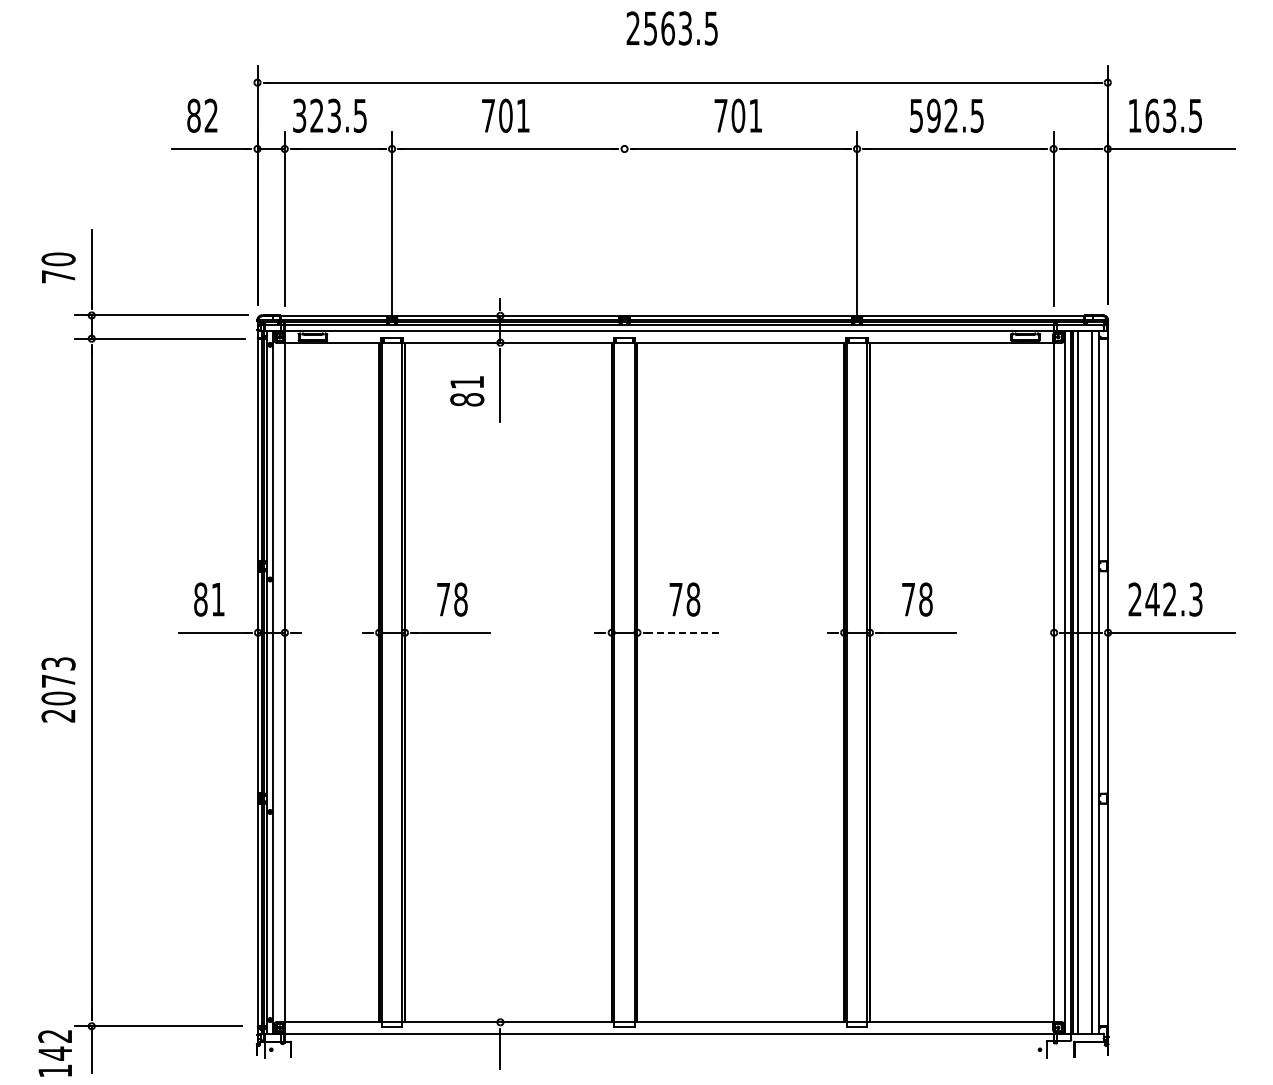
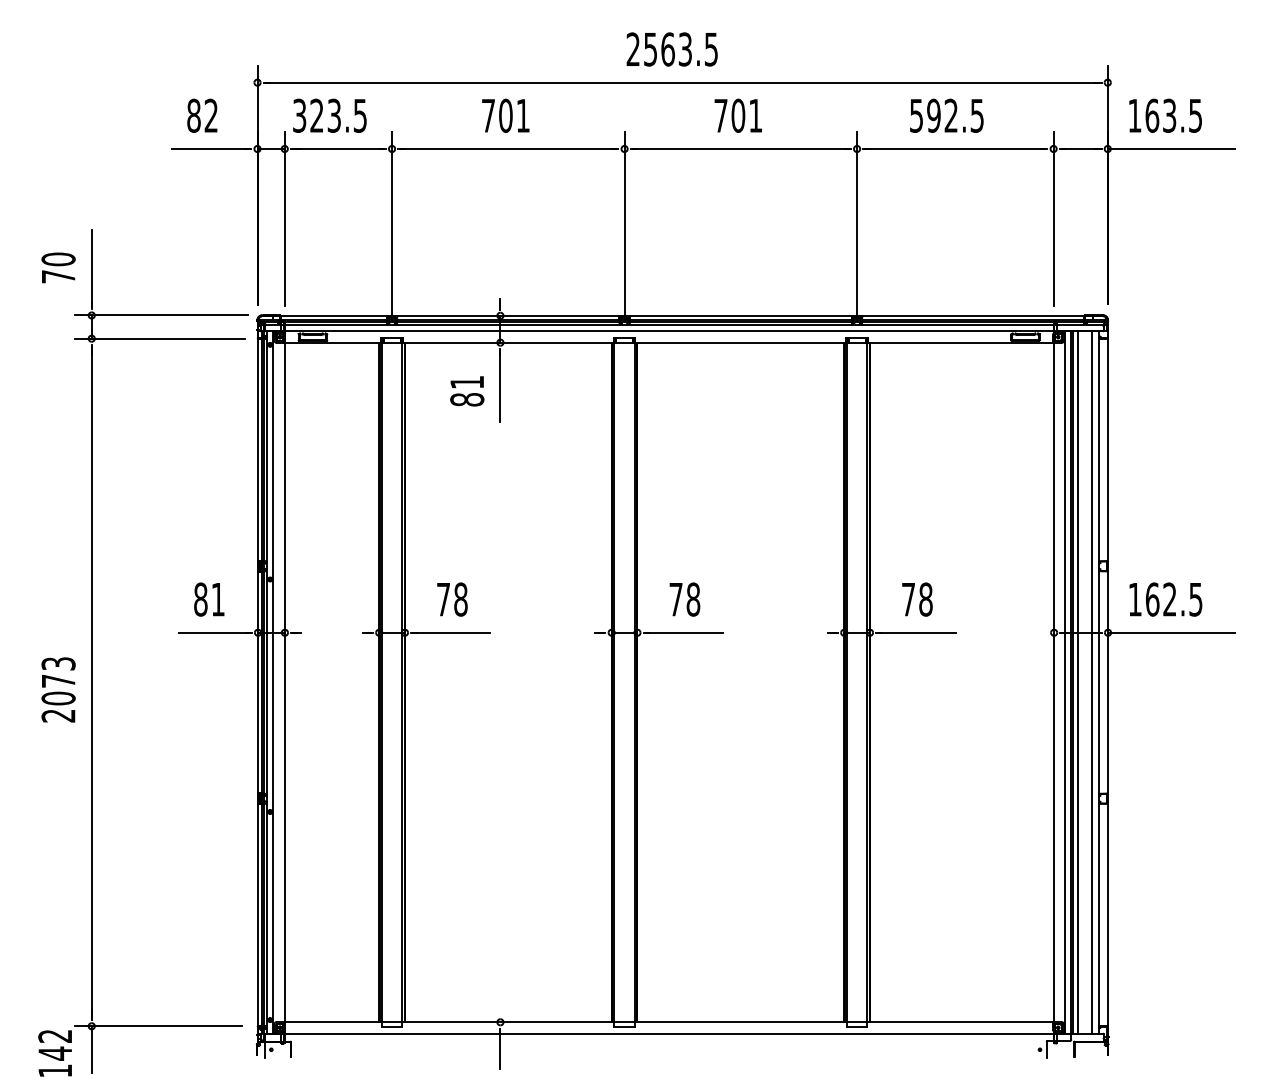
text at (671, 28) position: (671, 28) -> (671, 49)
line at (624, 226): none -> present
text at (1165, 599): 242.3 -> 162.5
line at (684, 632): dashed -> solid
